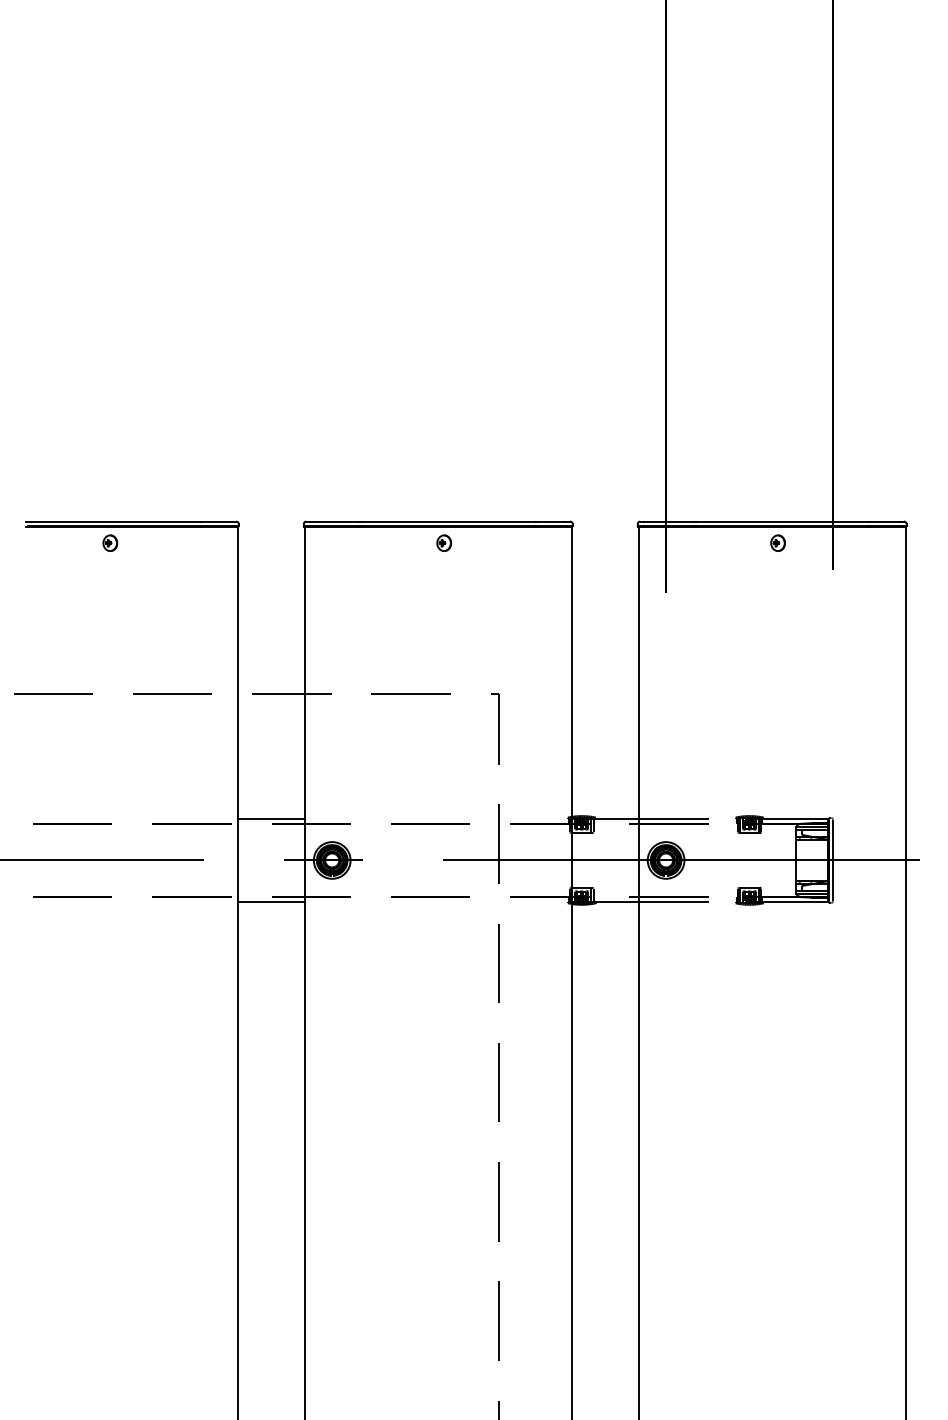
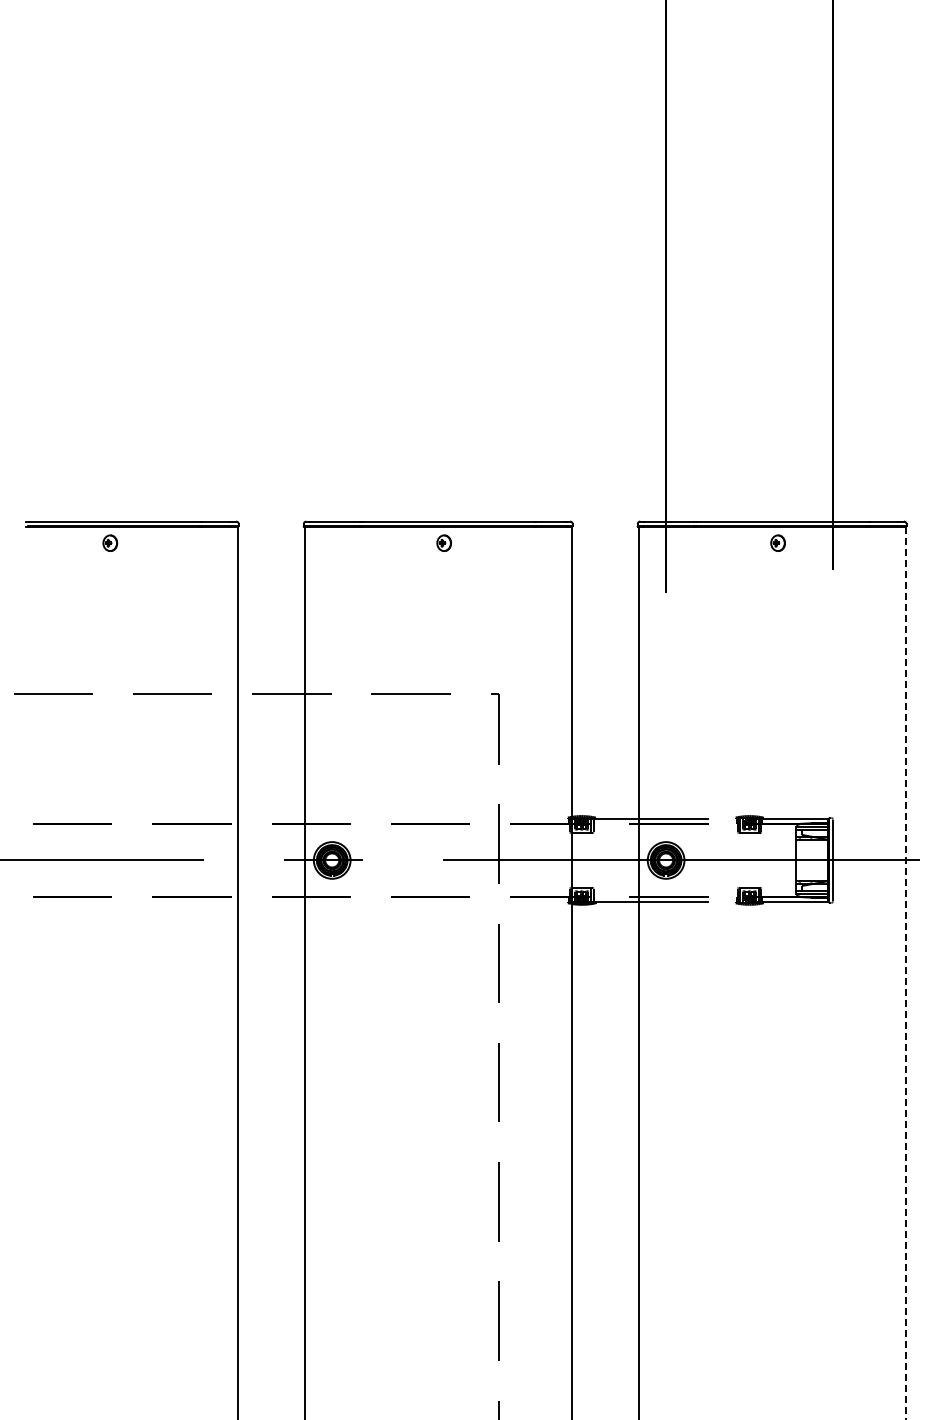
line at (270, 818): present -> none
line at (270, 902): present -> none
line at (905, 973): solid -> dashed
